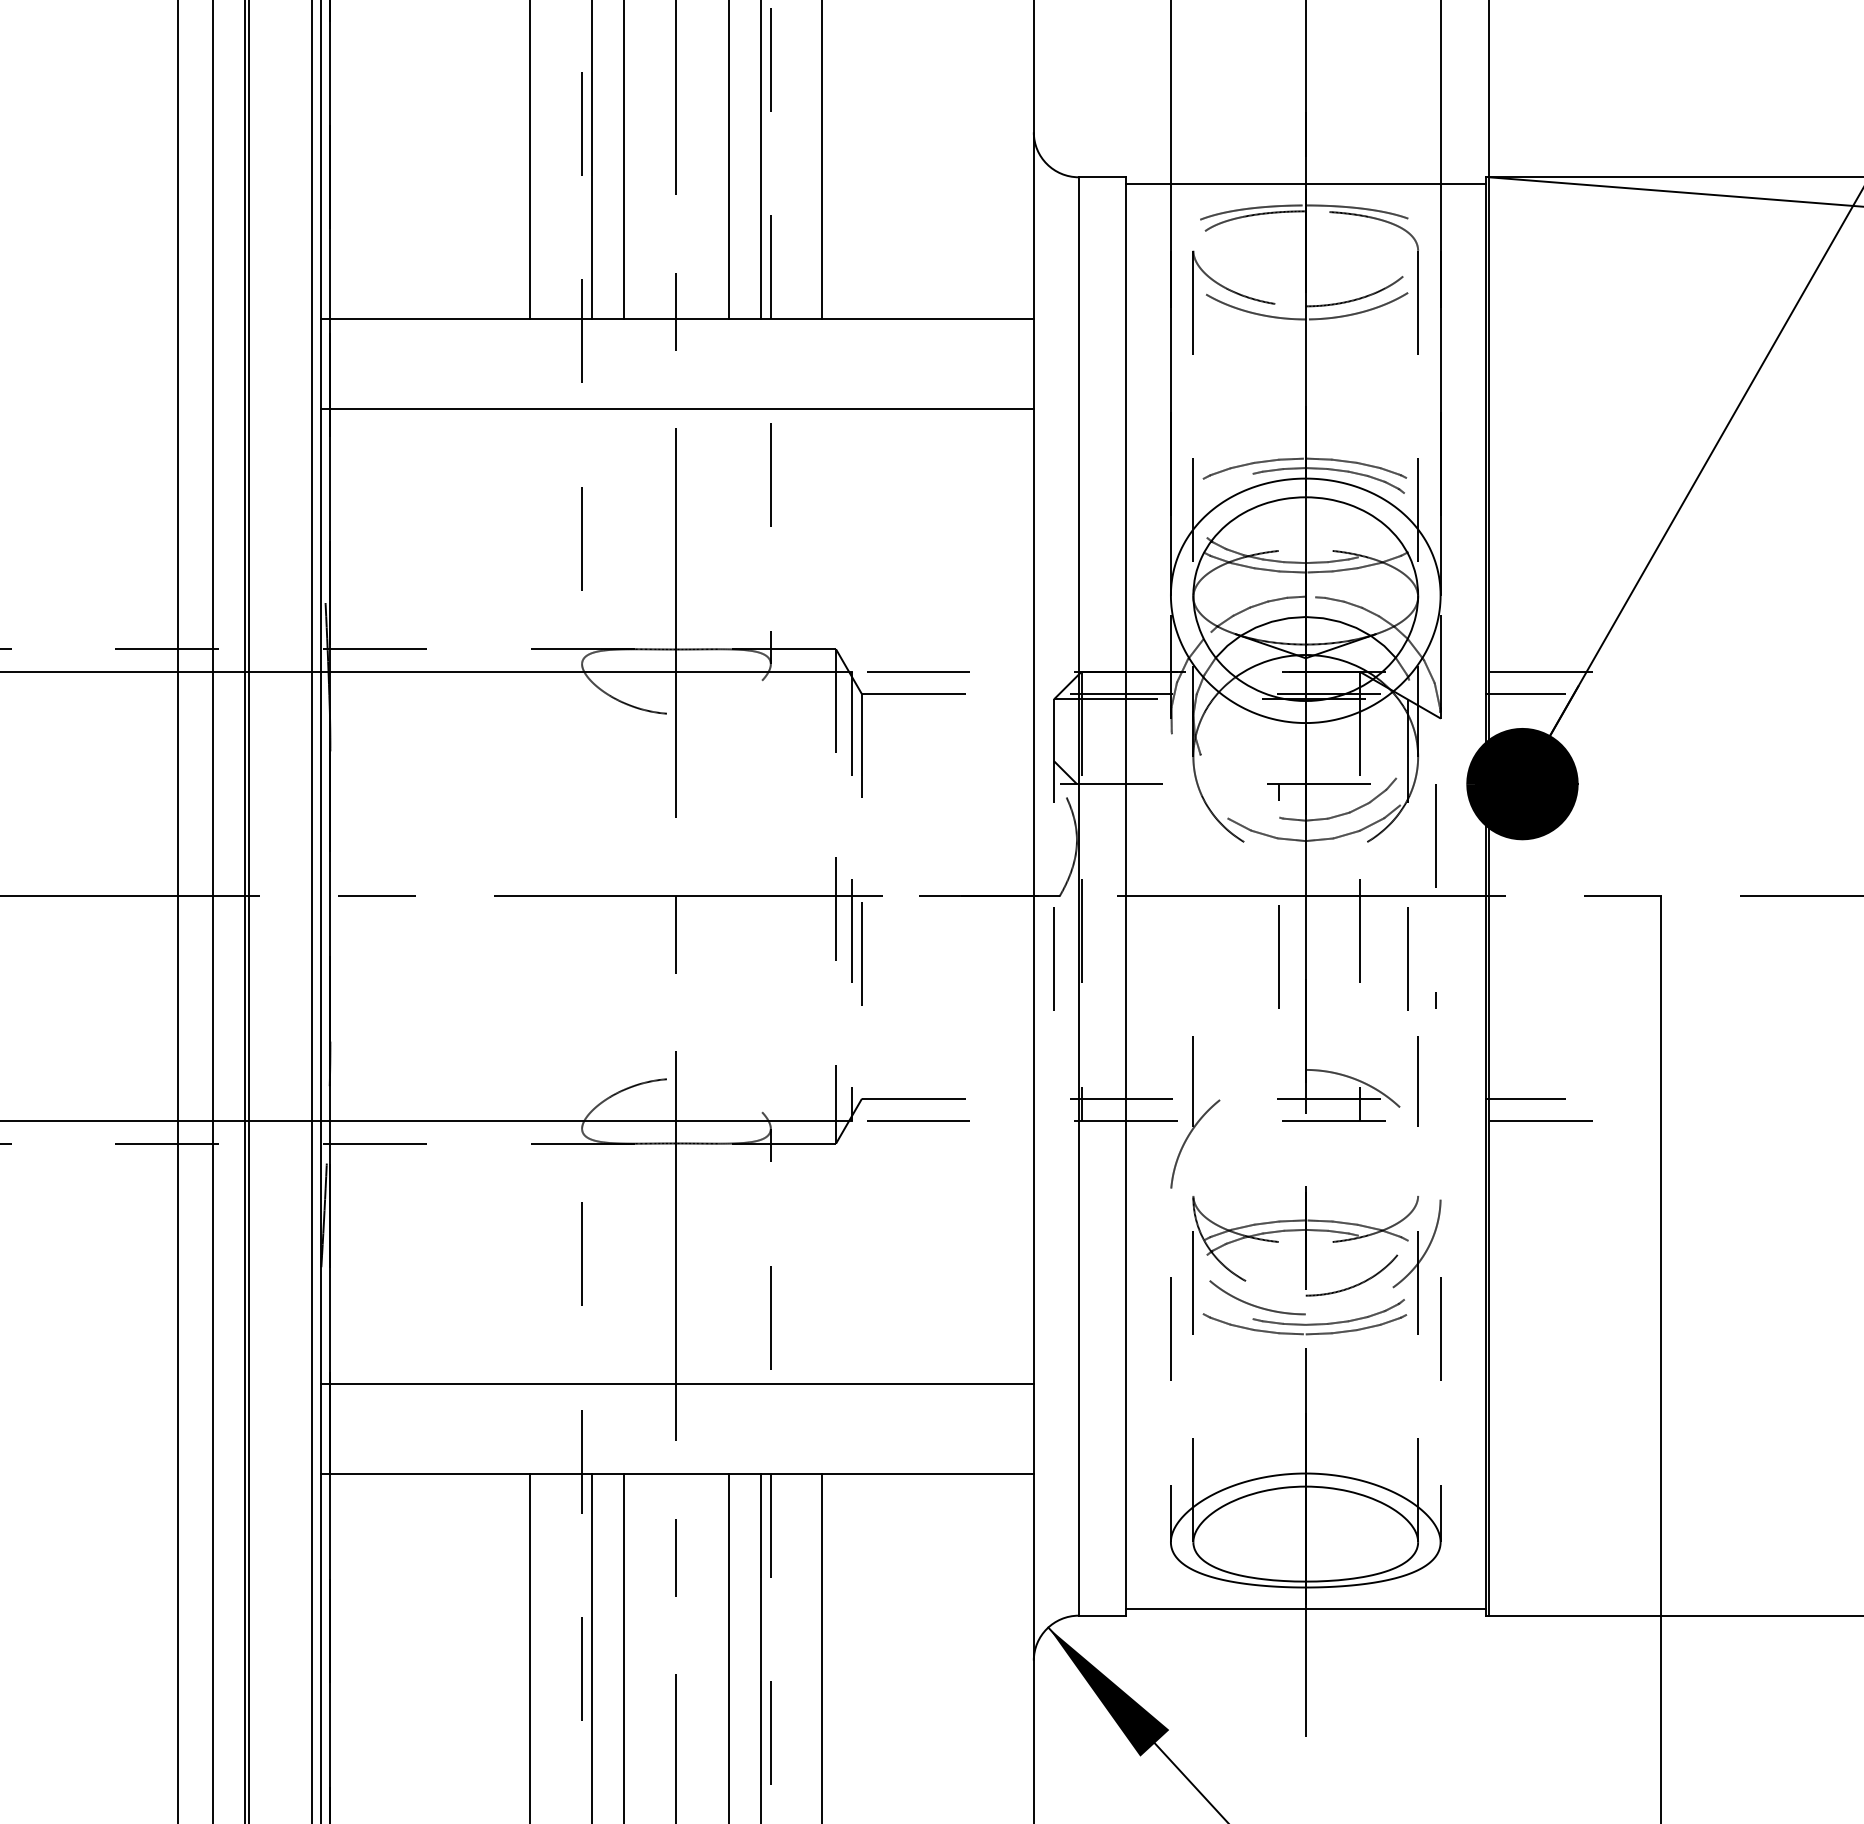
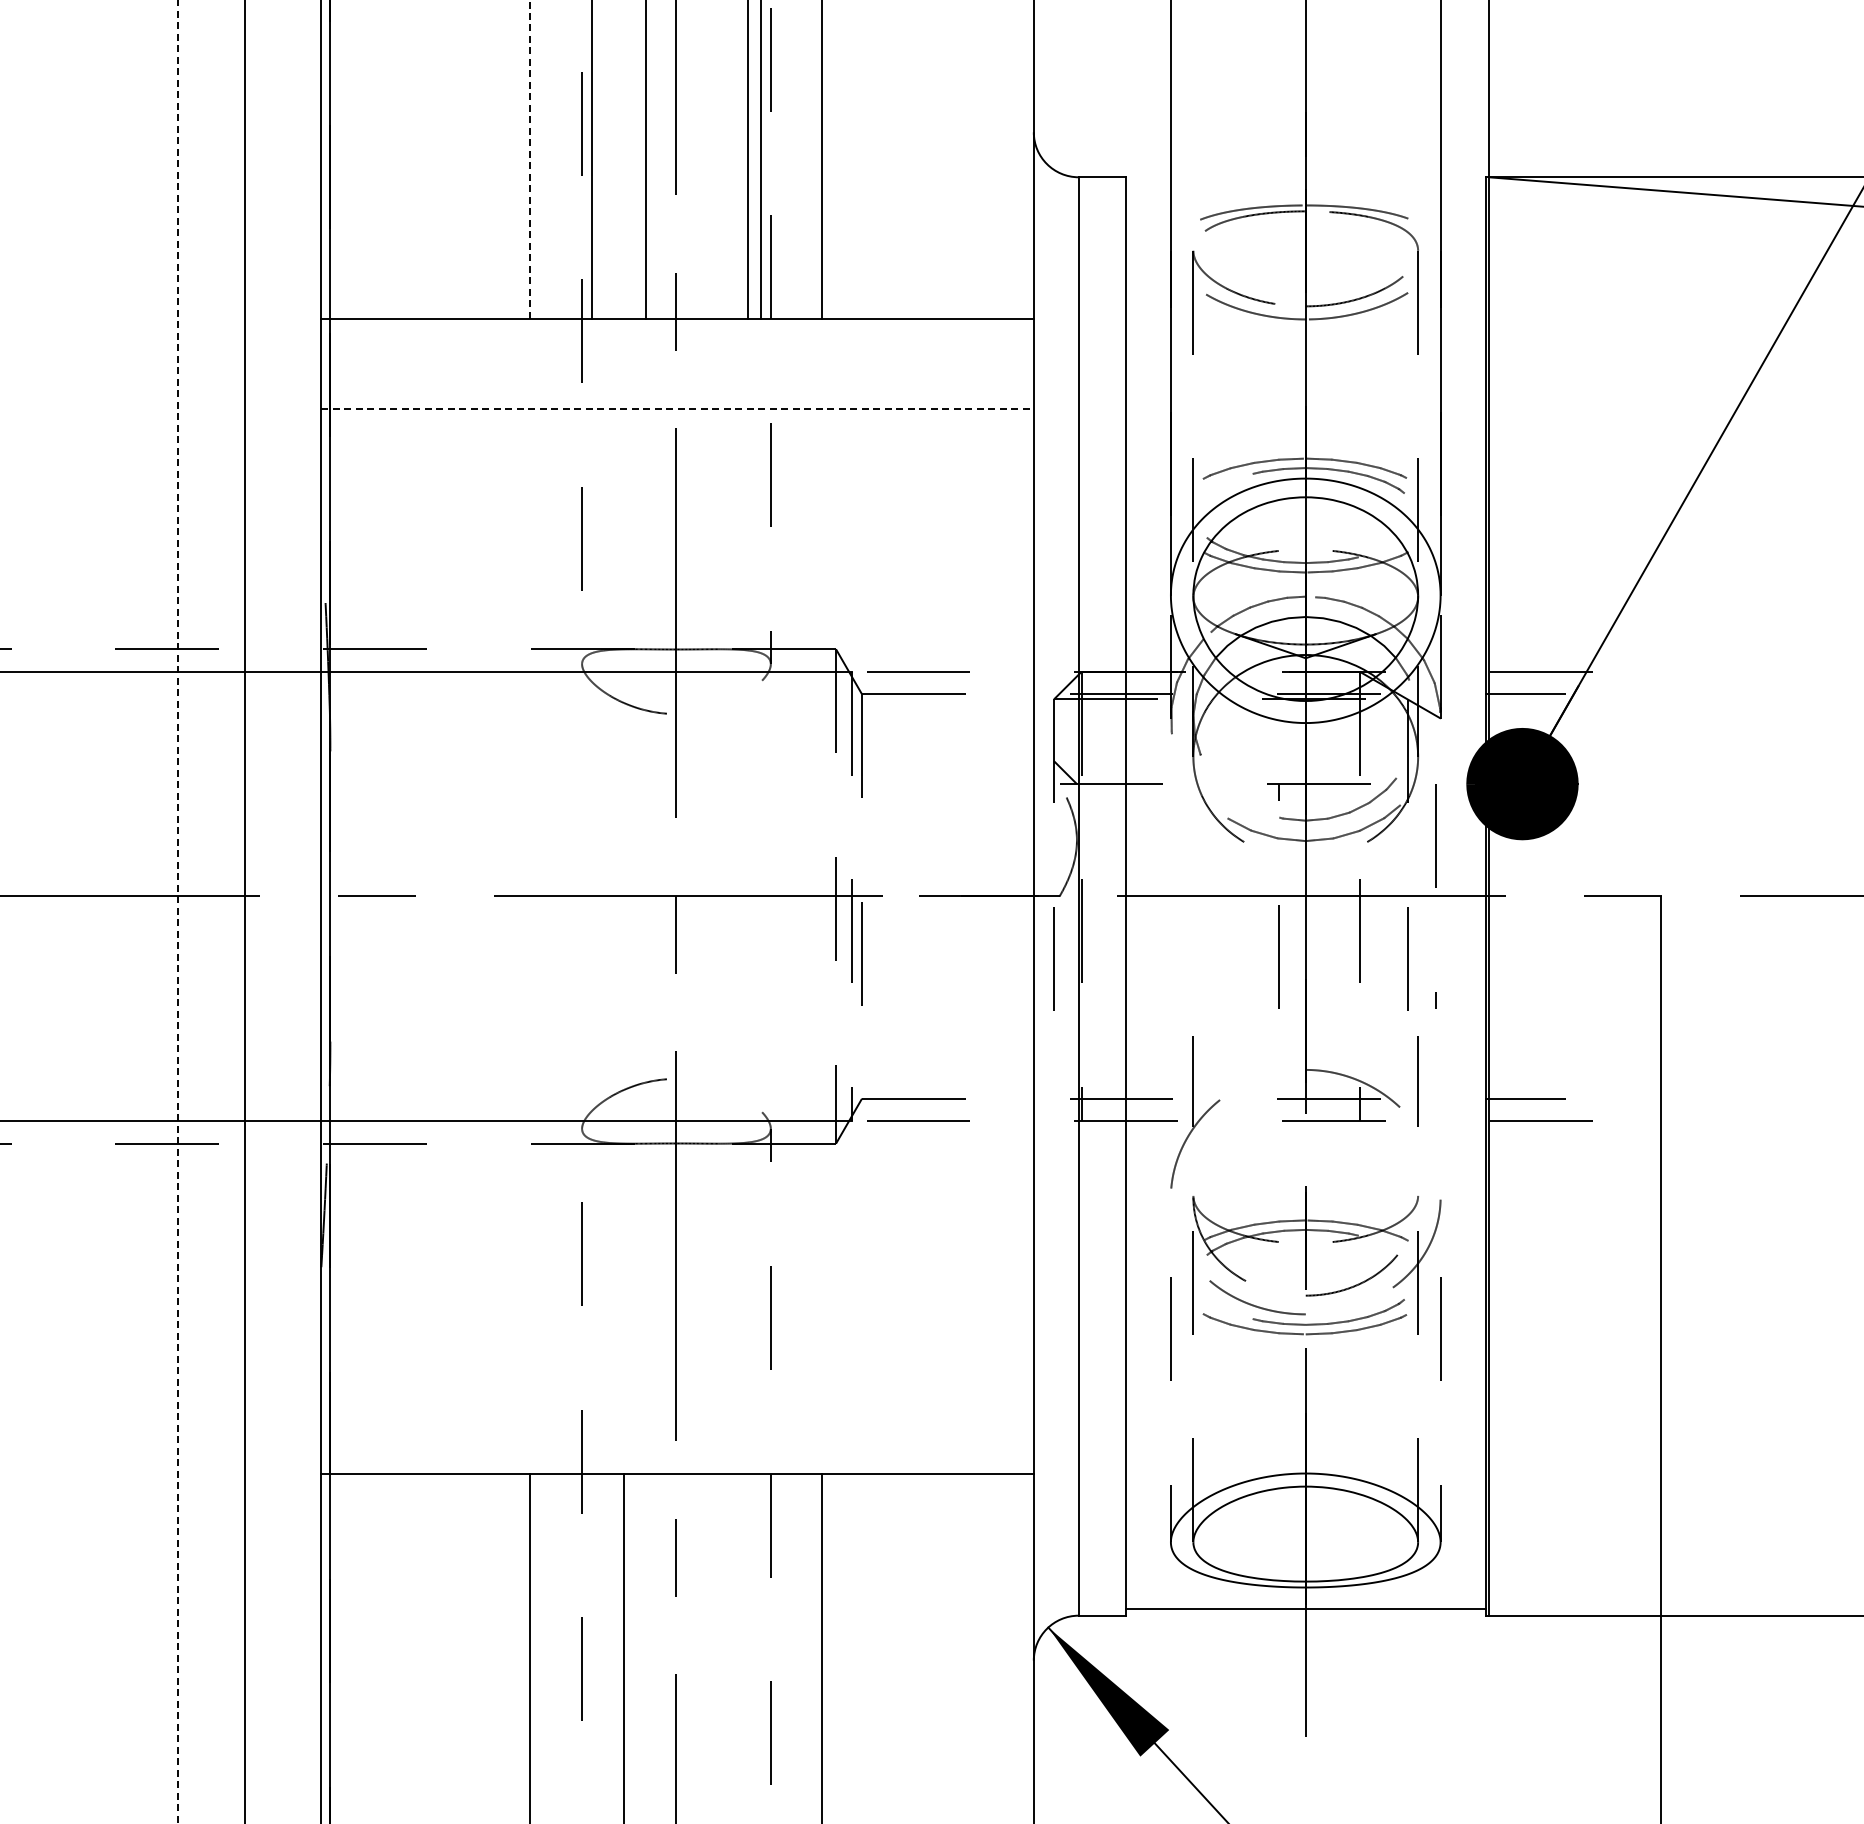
line at (530, 159): solid -> dashed
line at (623, 160) position: (623, 160) -> (645, 160)
line at (729, 160) position: (729, 160) -> (748, 160)
line at (1305, 184): present -> none
line at (678, 408): solid -> dashed
line at (177, 911): solid -> dashed
line at (213, 911): present -> none
line at (249, 911): present -> none
line at (312, 911): present -> none
line at (677, 1384): present -> none
line at (592, 1647): present -> none
line at (729, 1647): present -> none
line at (760, 1647): present -> none
